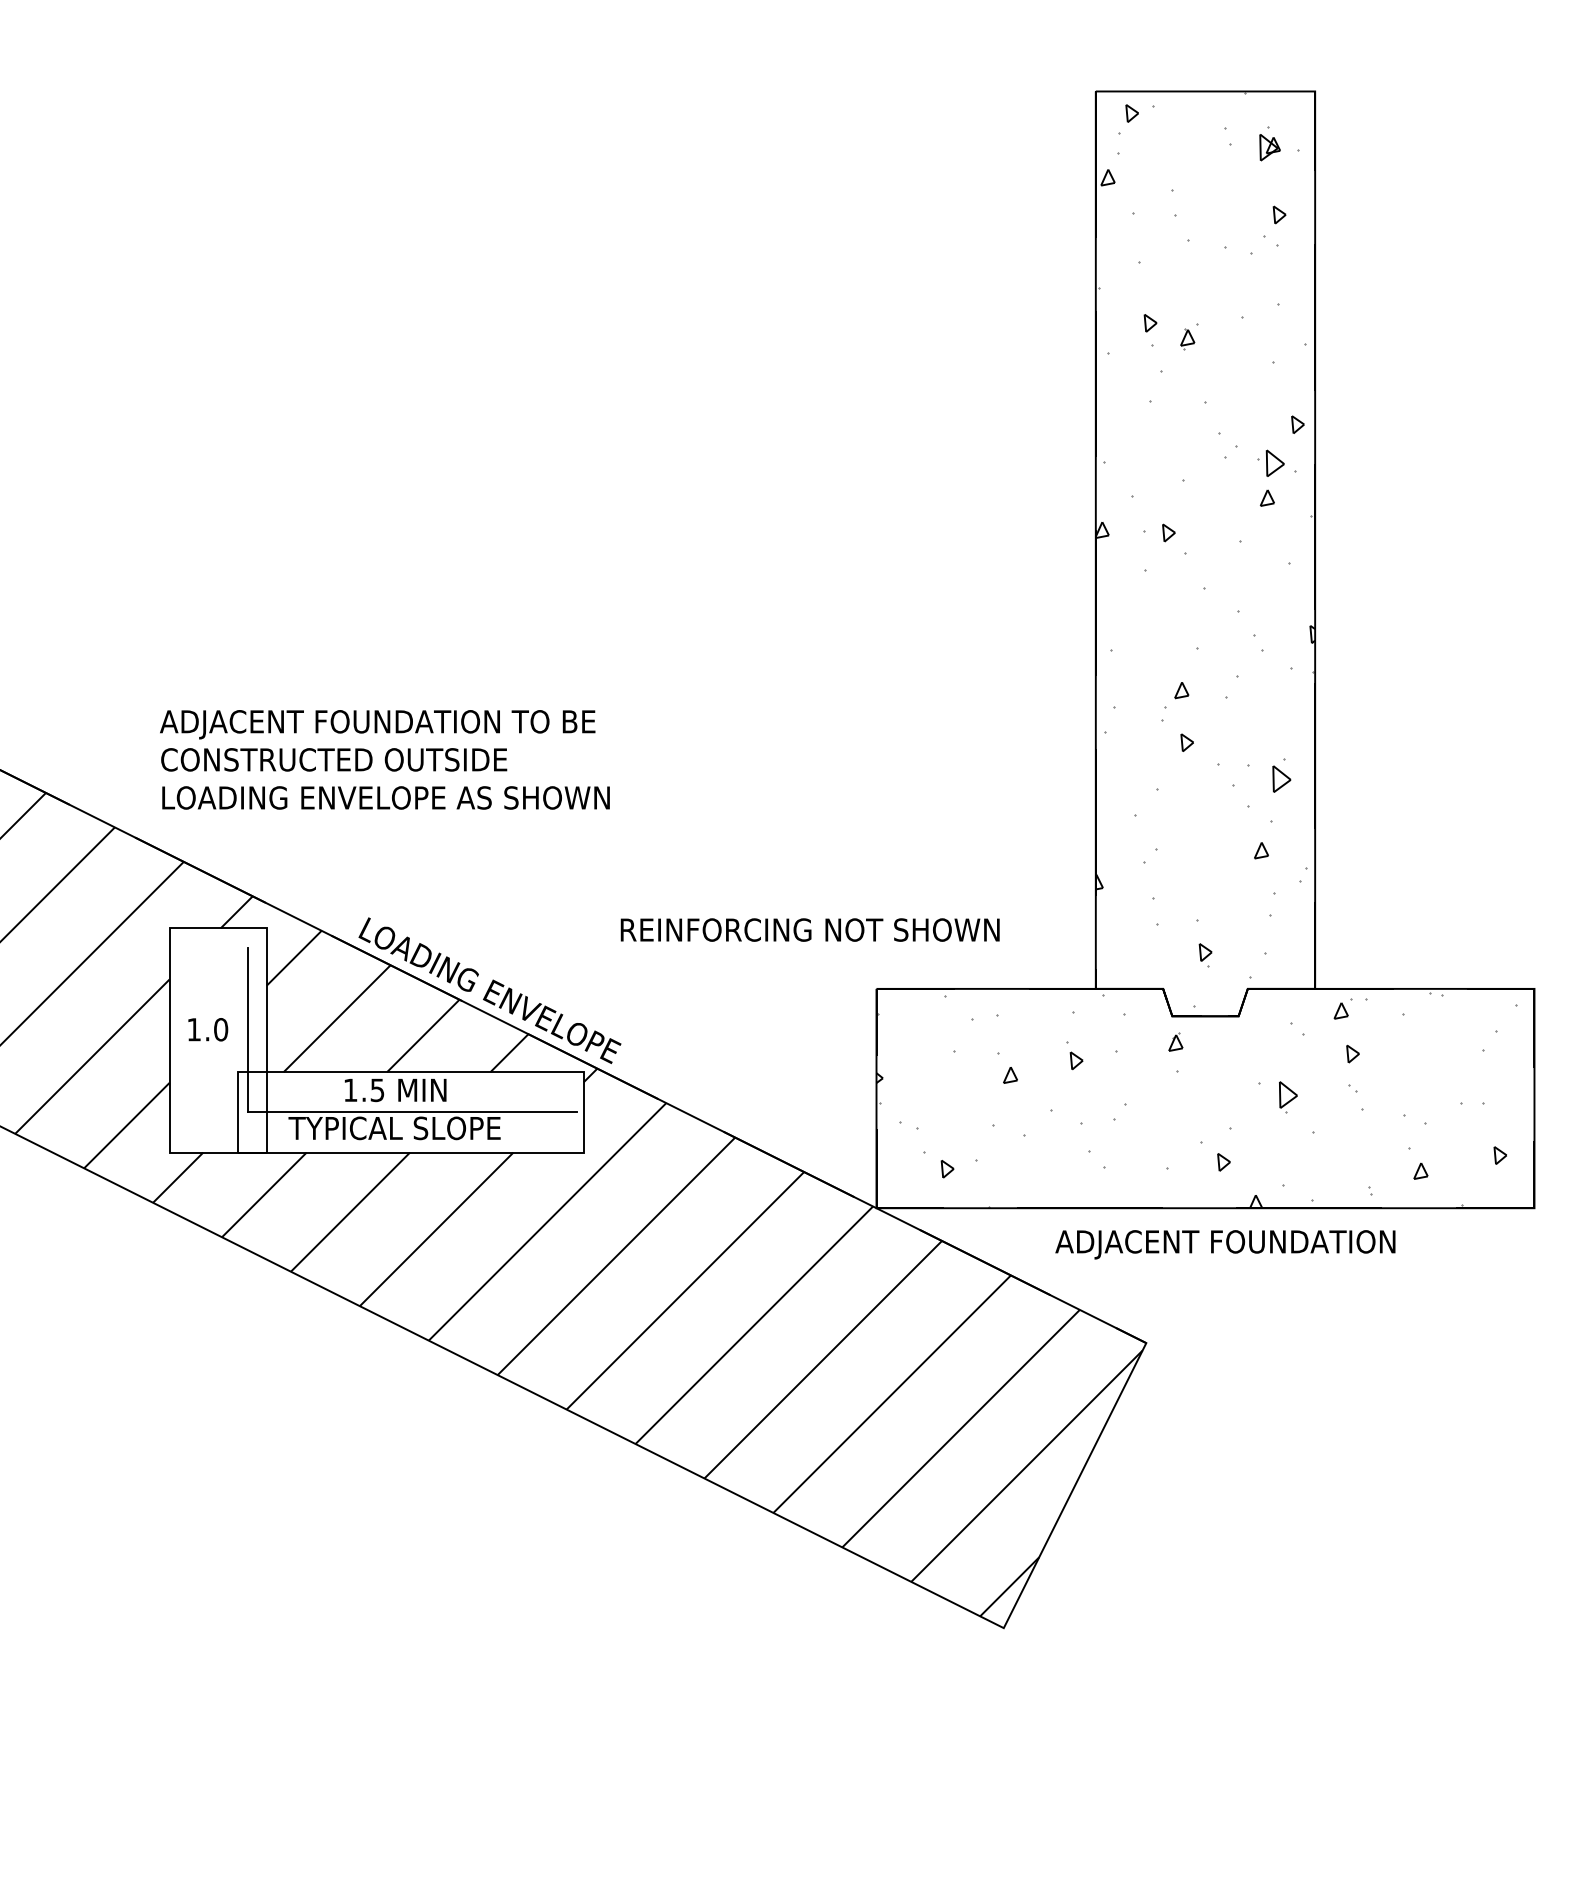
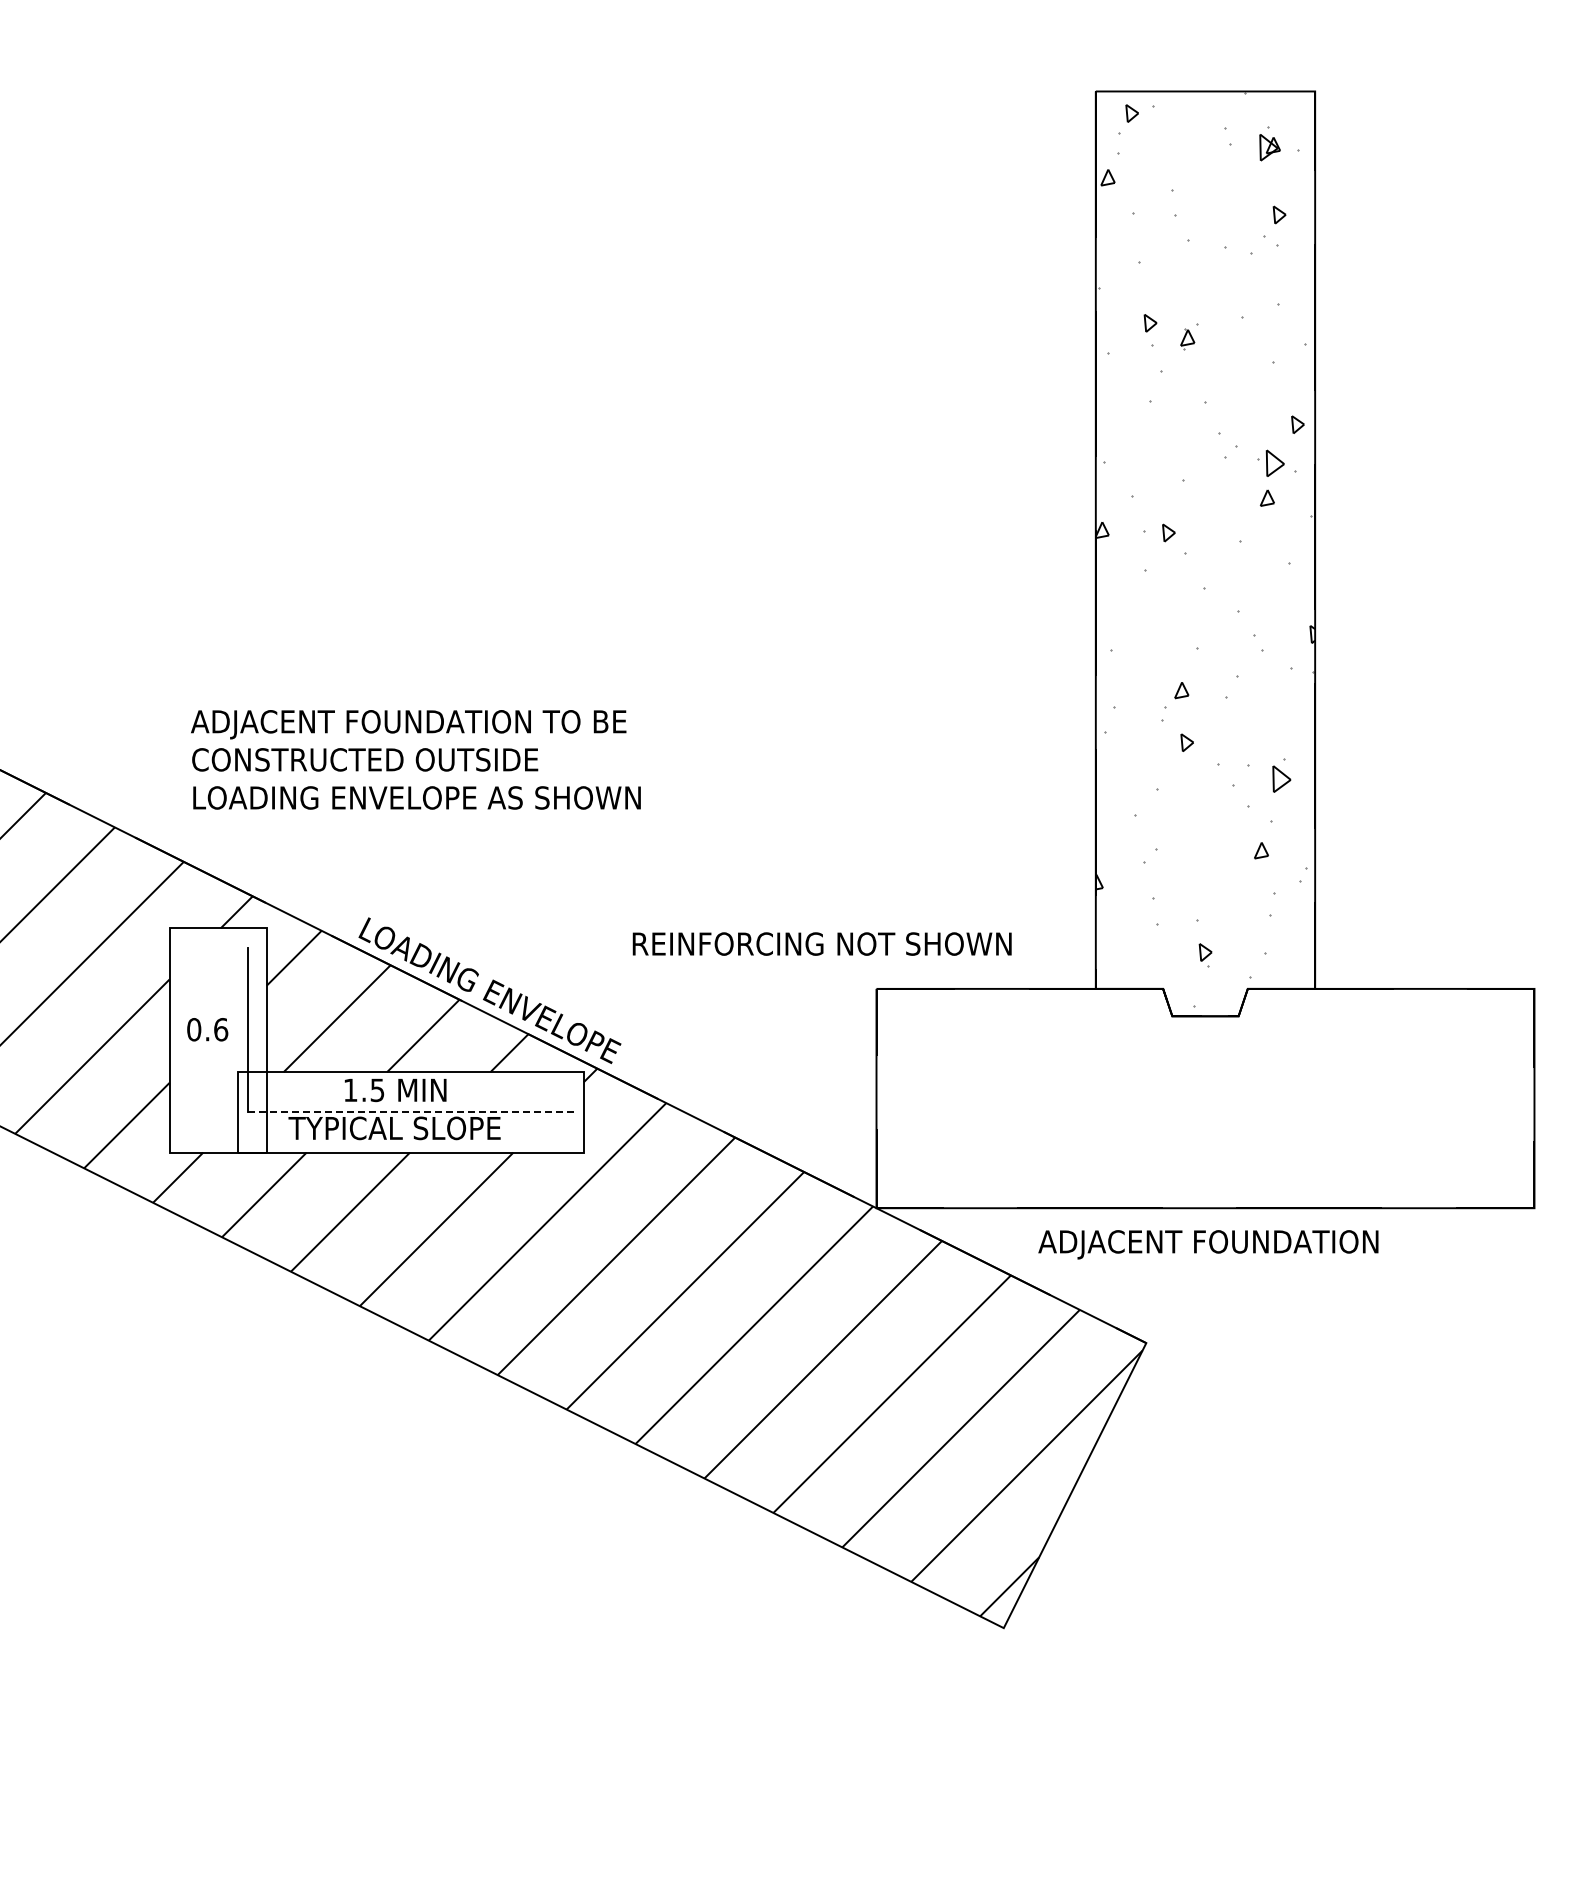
text at (384, 759) position: (384, 759) -> (415, 759)
text at (809, 929) position: (809, 929) -> (821, 943)
text at (207, 1029): 1.0 -> 0.6
hatch at (1195, 1100): present -> none
line at (413, 1112): solid -> dashed
text at (1225, 1244) position: (1225, 1244) -> (1208, 1244)
